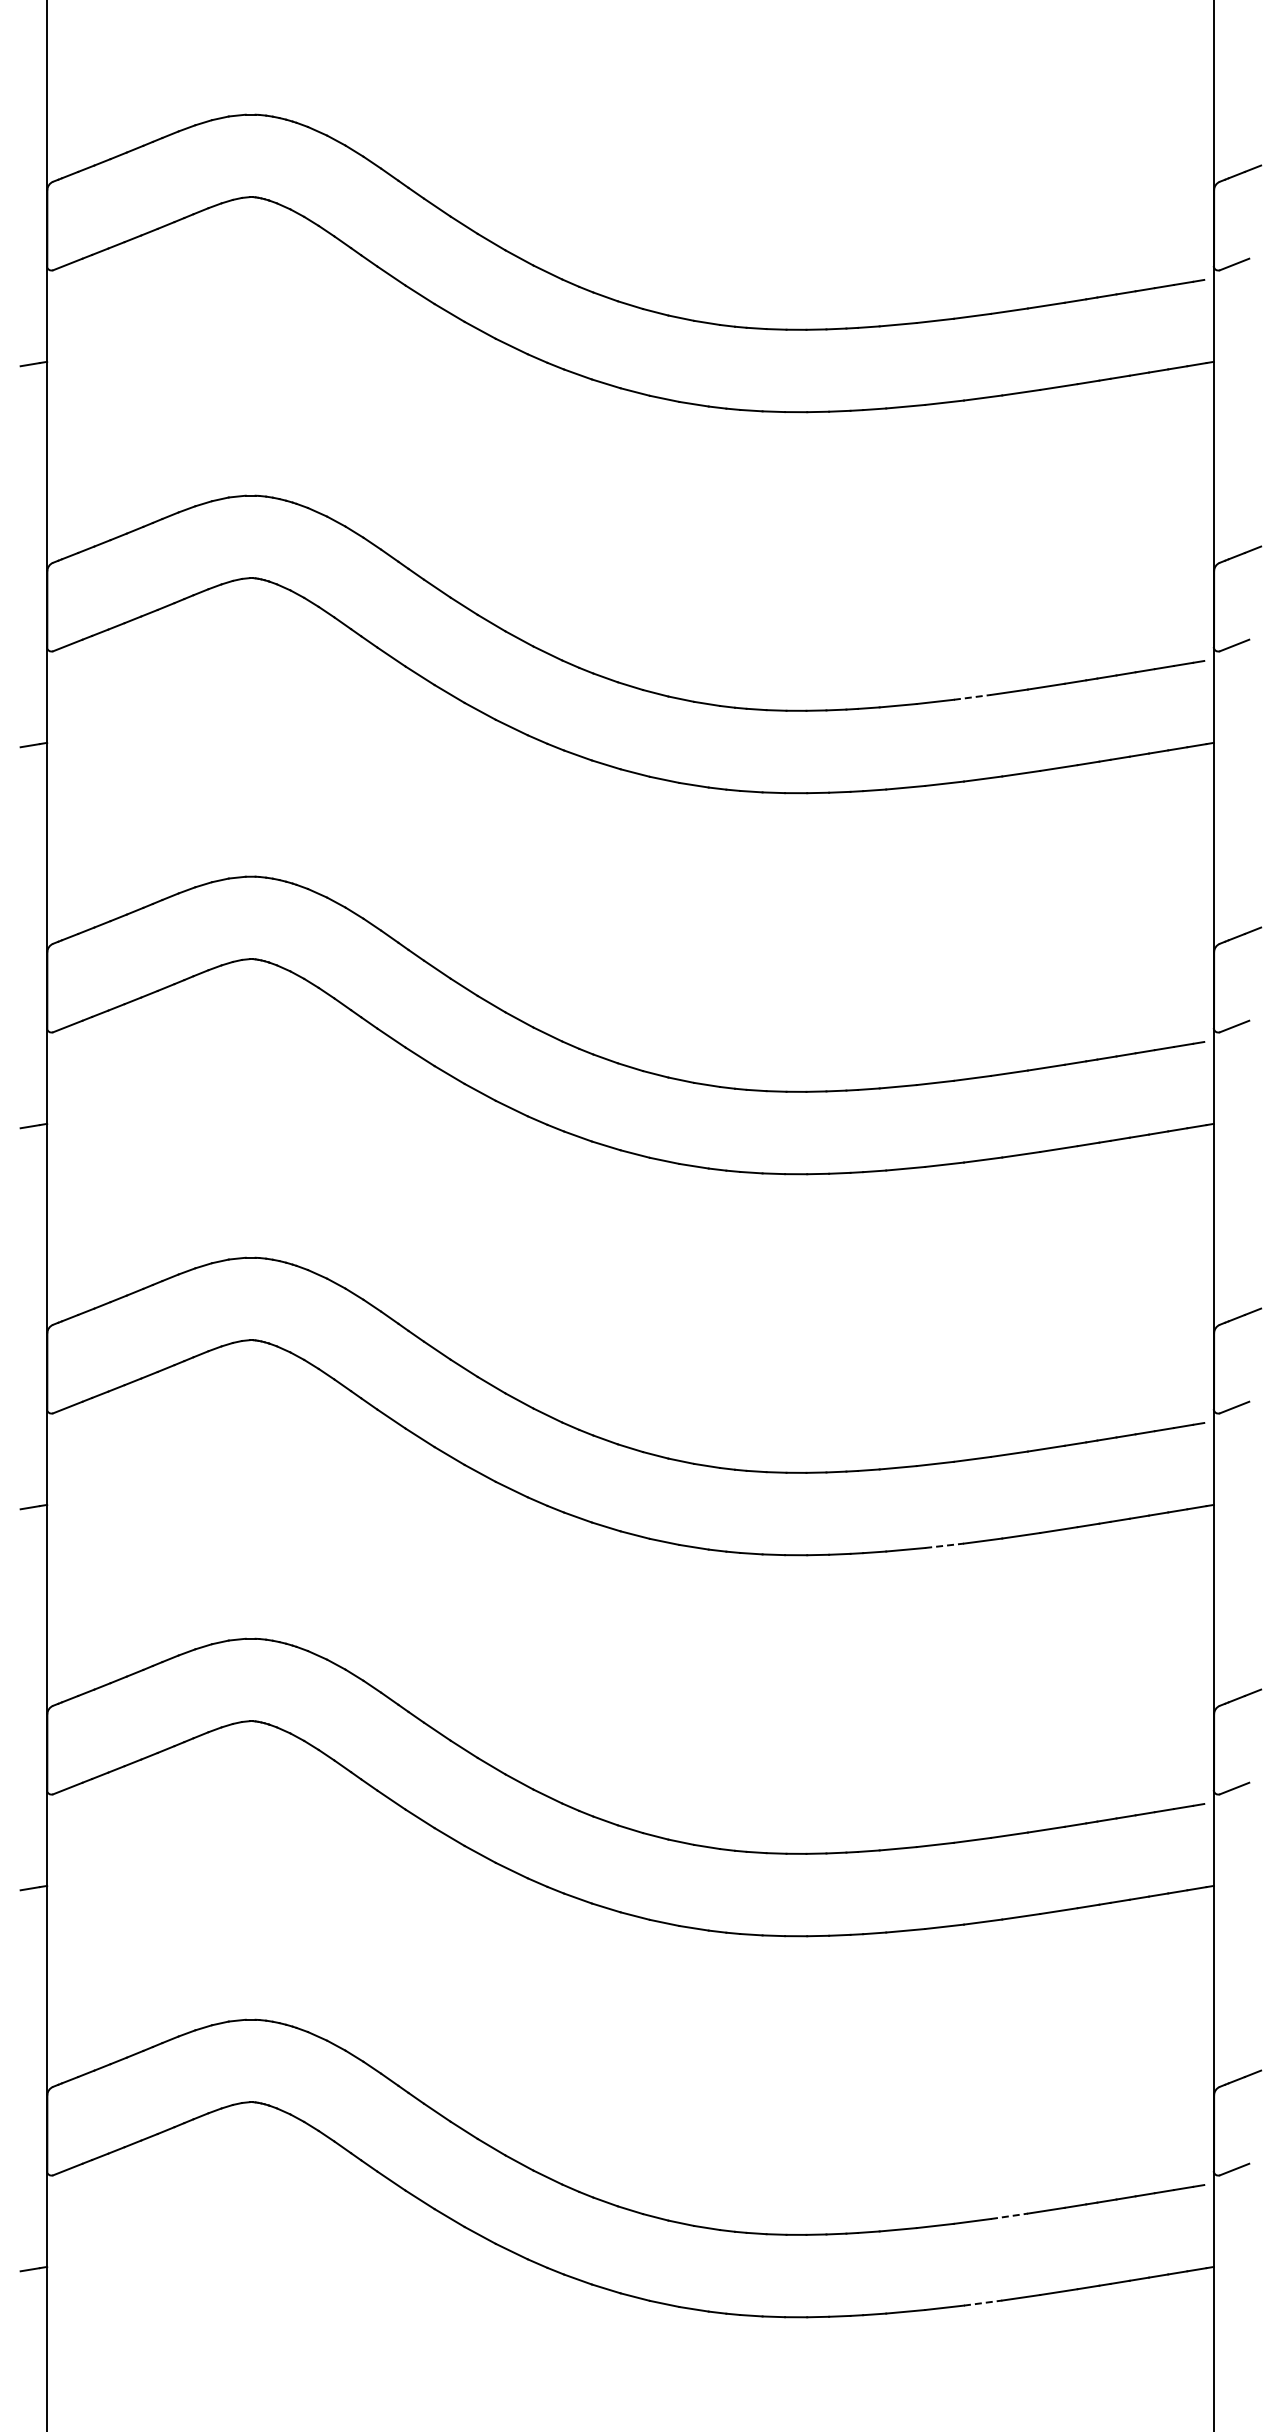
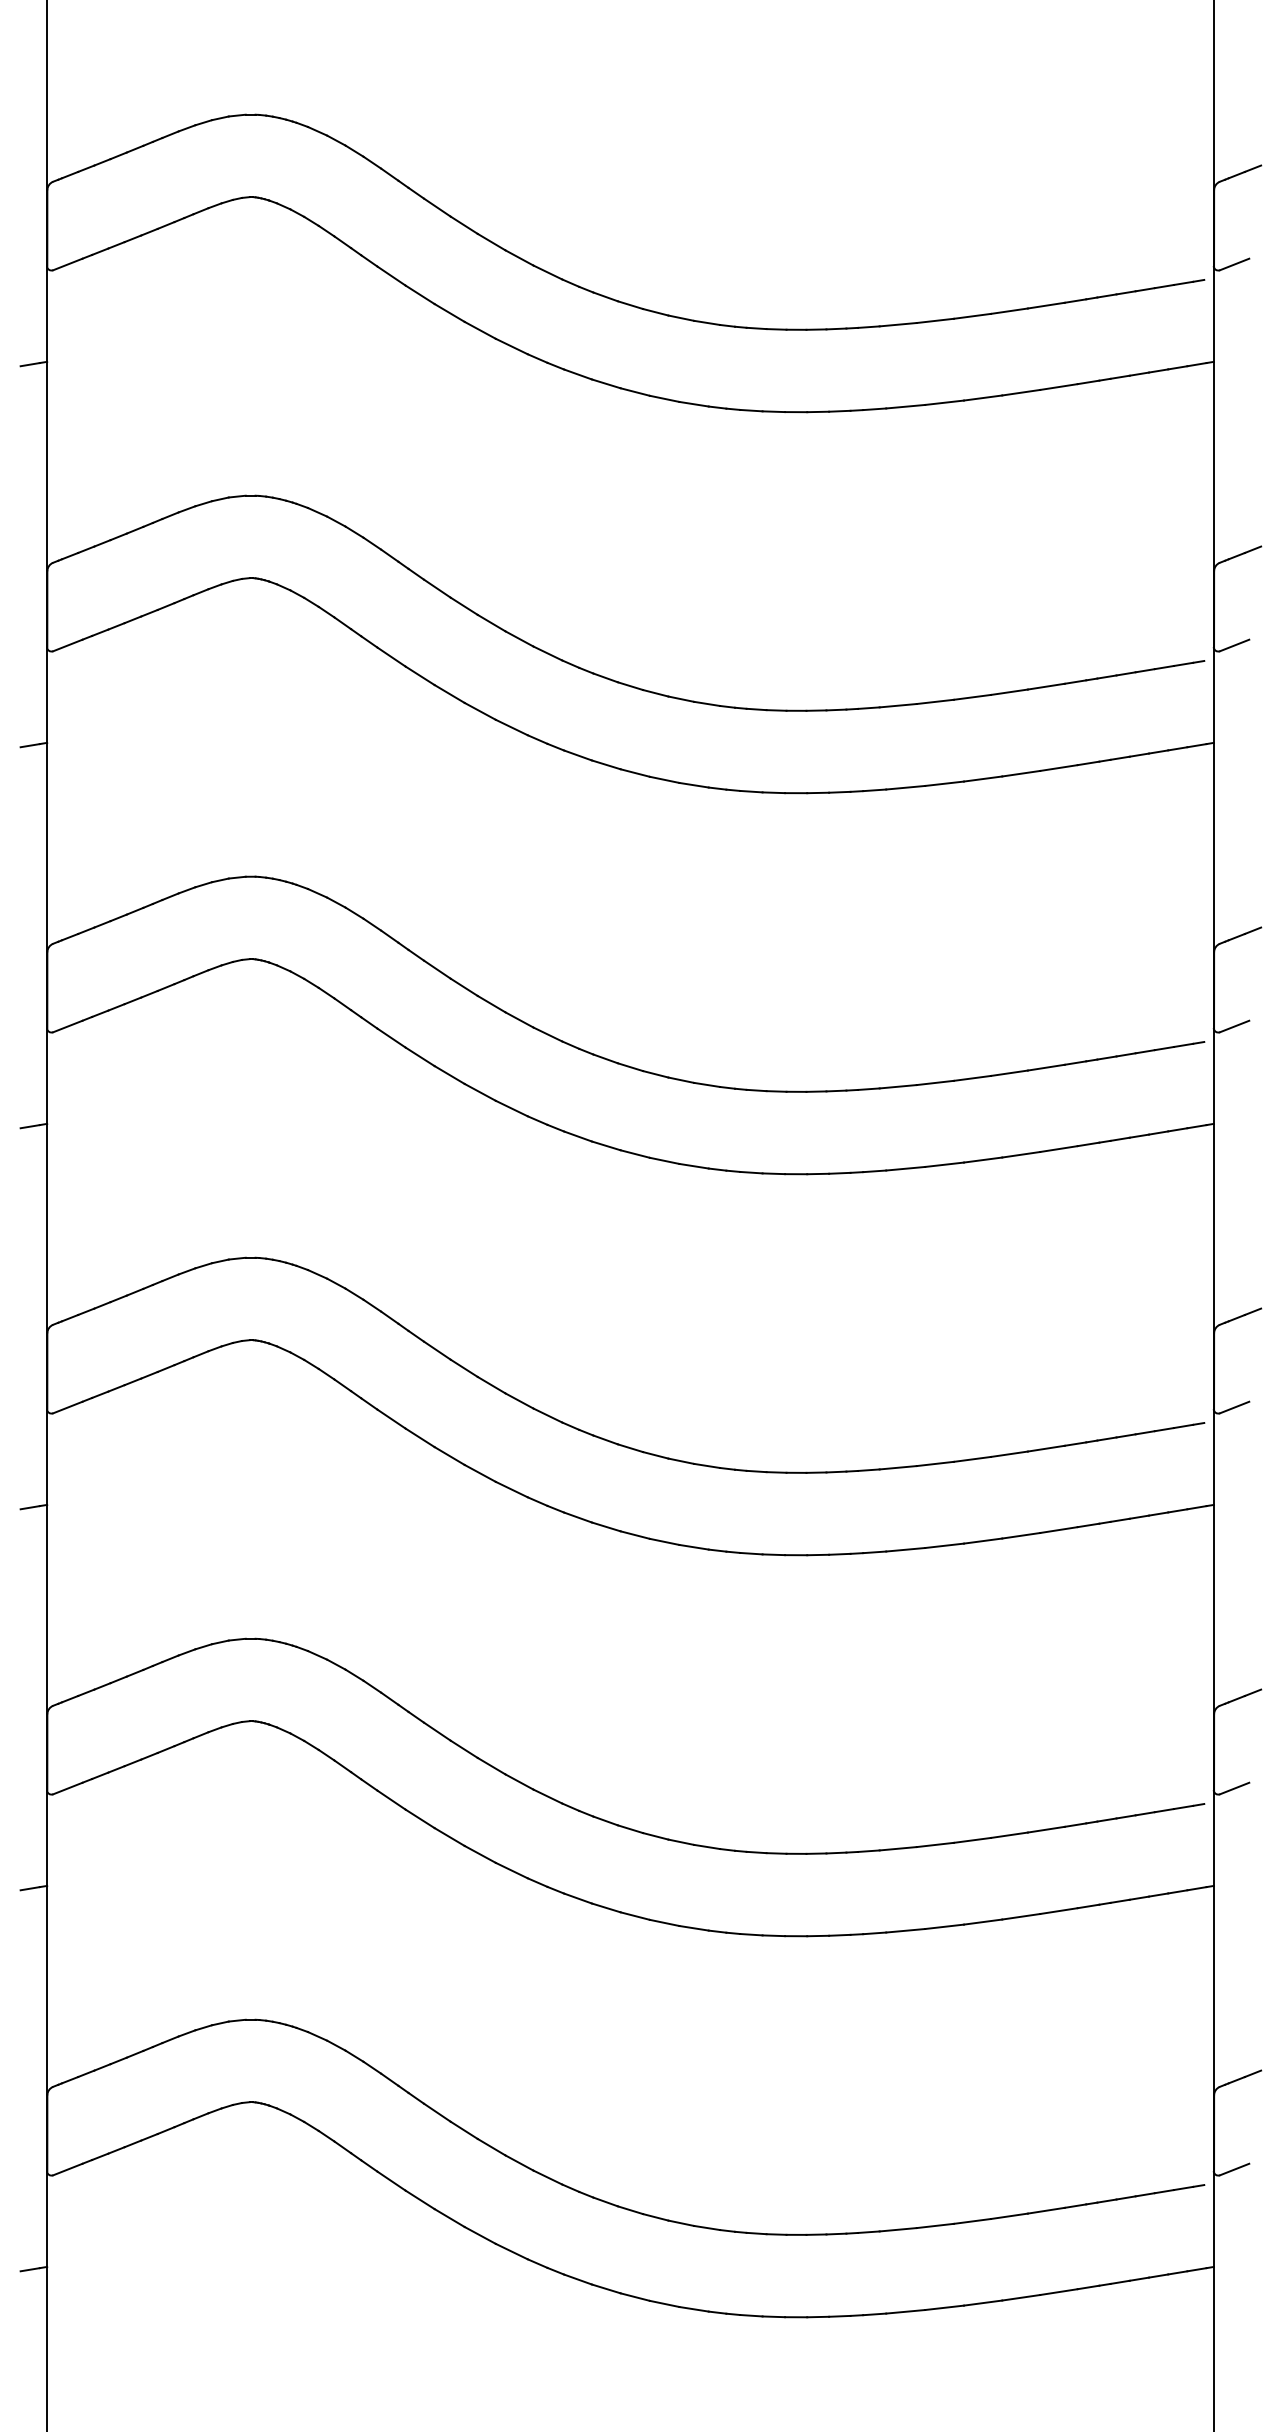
line at (972, 697): dashed -> solid
line at (944, 1545): dashed -> solid
line at (1009, 2216): dashed -> solid
line at (983, 2303): dashed -> solid
